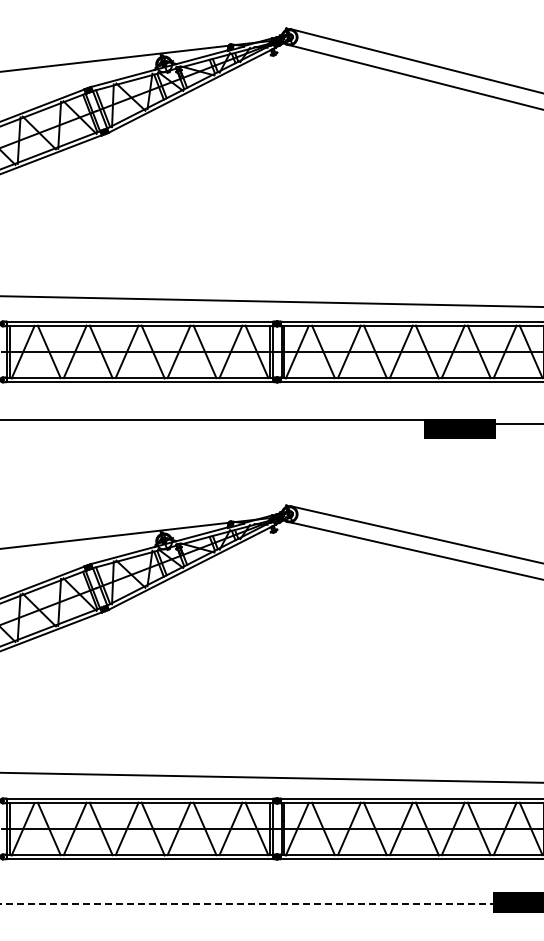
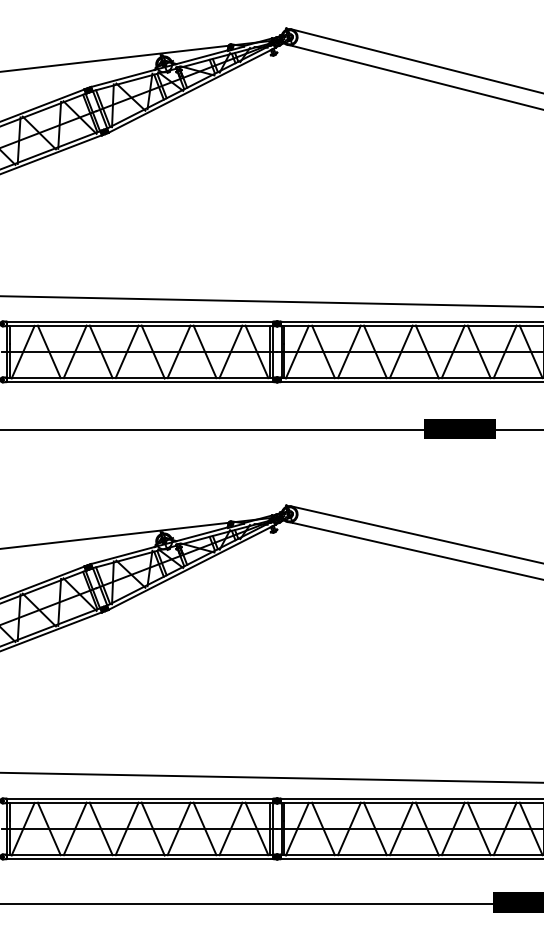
line at (215, 420) position: (215, 420) -> (215, 430)
line at (515, 424) position: (515, 424) -> (515, 430)
line at (250, 903): dashed -> solid
